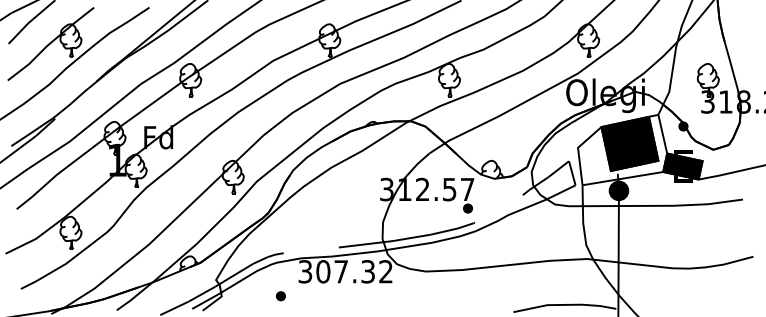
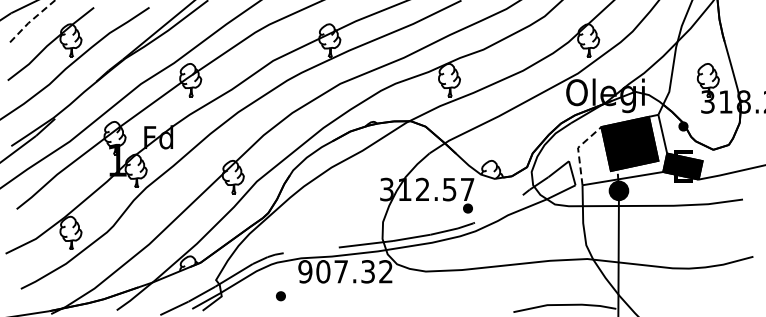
line at (30, 21): solid -> dashed
line at (578, 149): solid -> dashed
text at (305, 271): 307.32 -> 907.32
